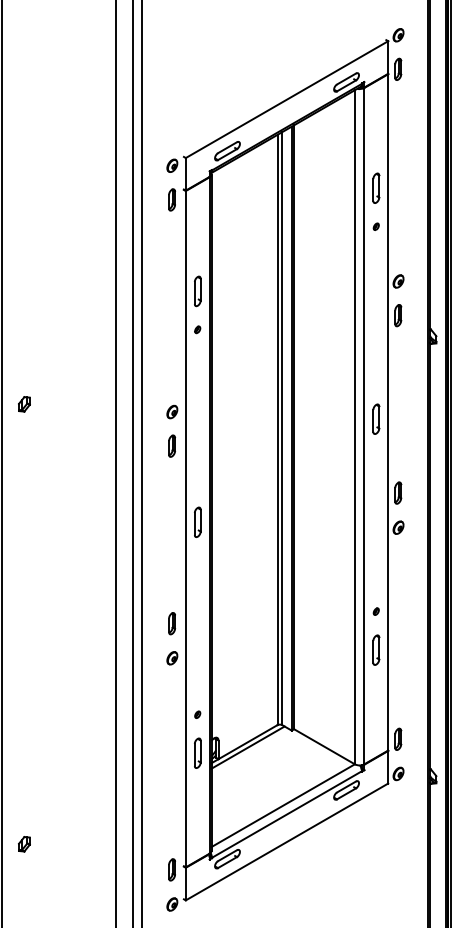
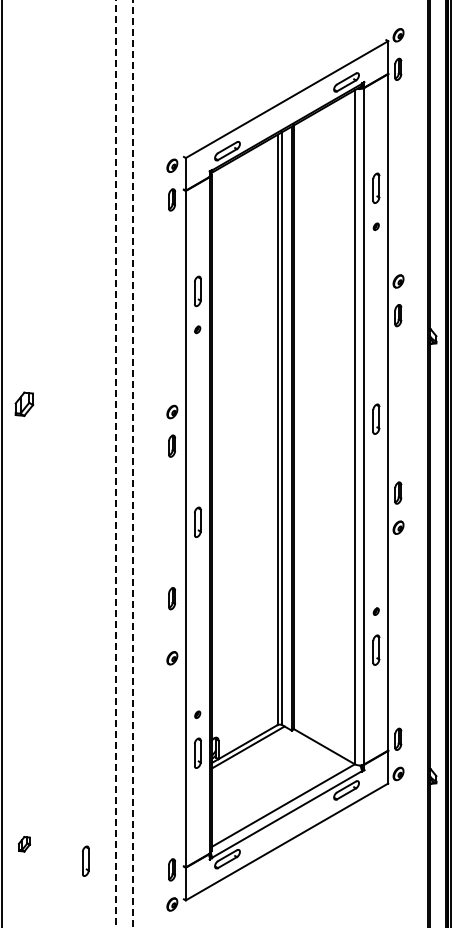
part at (24, 404) size: 13x17 px -> 21x26 px
line at (116, 463): solid -> dashed
line at (132, 463): solid -> dashed
line at (142, 463): present -> none
part at (171, 623) position: (171, 623) -> (171, 598)
part at (85, 860): none -> present
